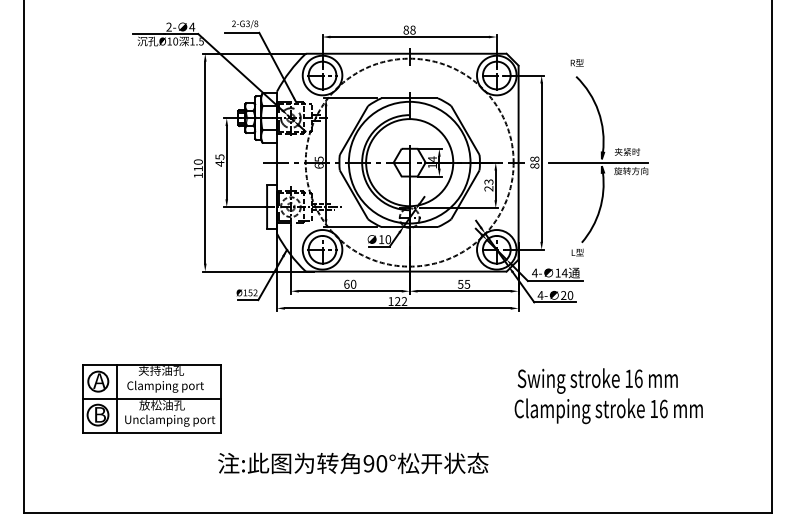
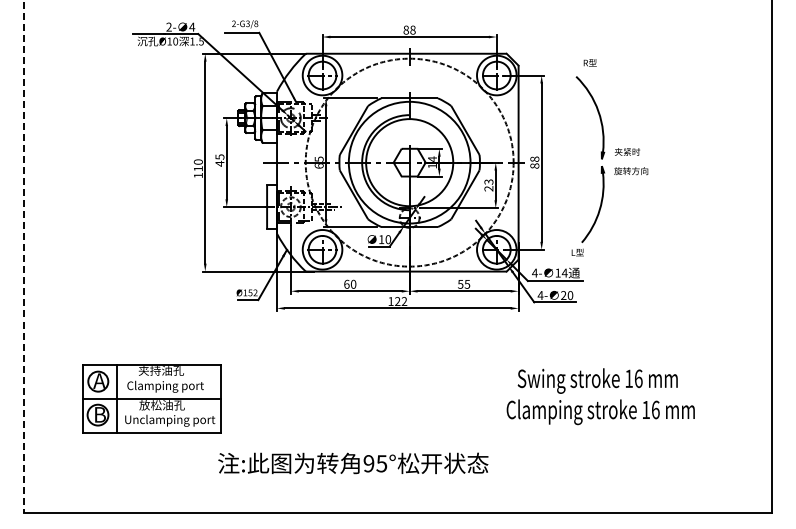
text at (576, 62) position: (576, 62) -> (589, 62)
line at (598, 162): present -> none
line at (23, 257): solid -> dashed
text at (608, 411) position: (608, 411) -> (600, 412)
text at (381, 463): 90° -> 95°
